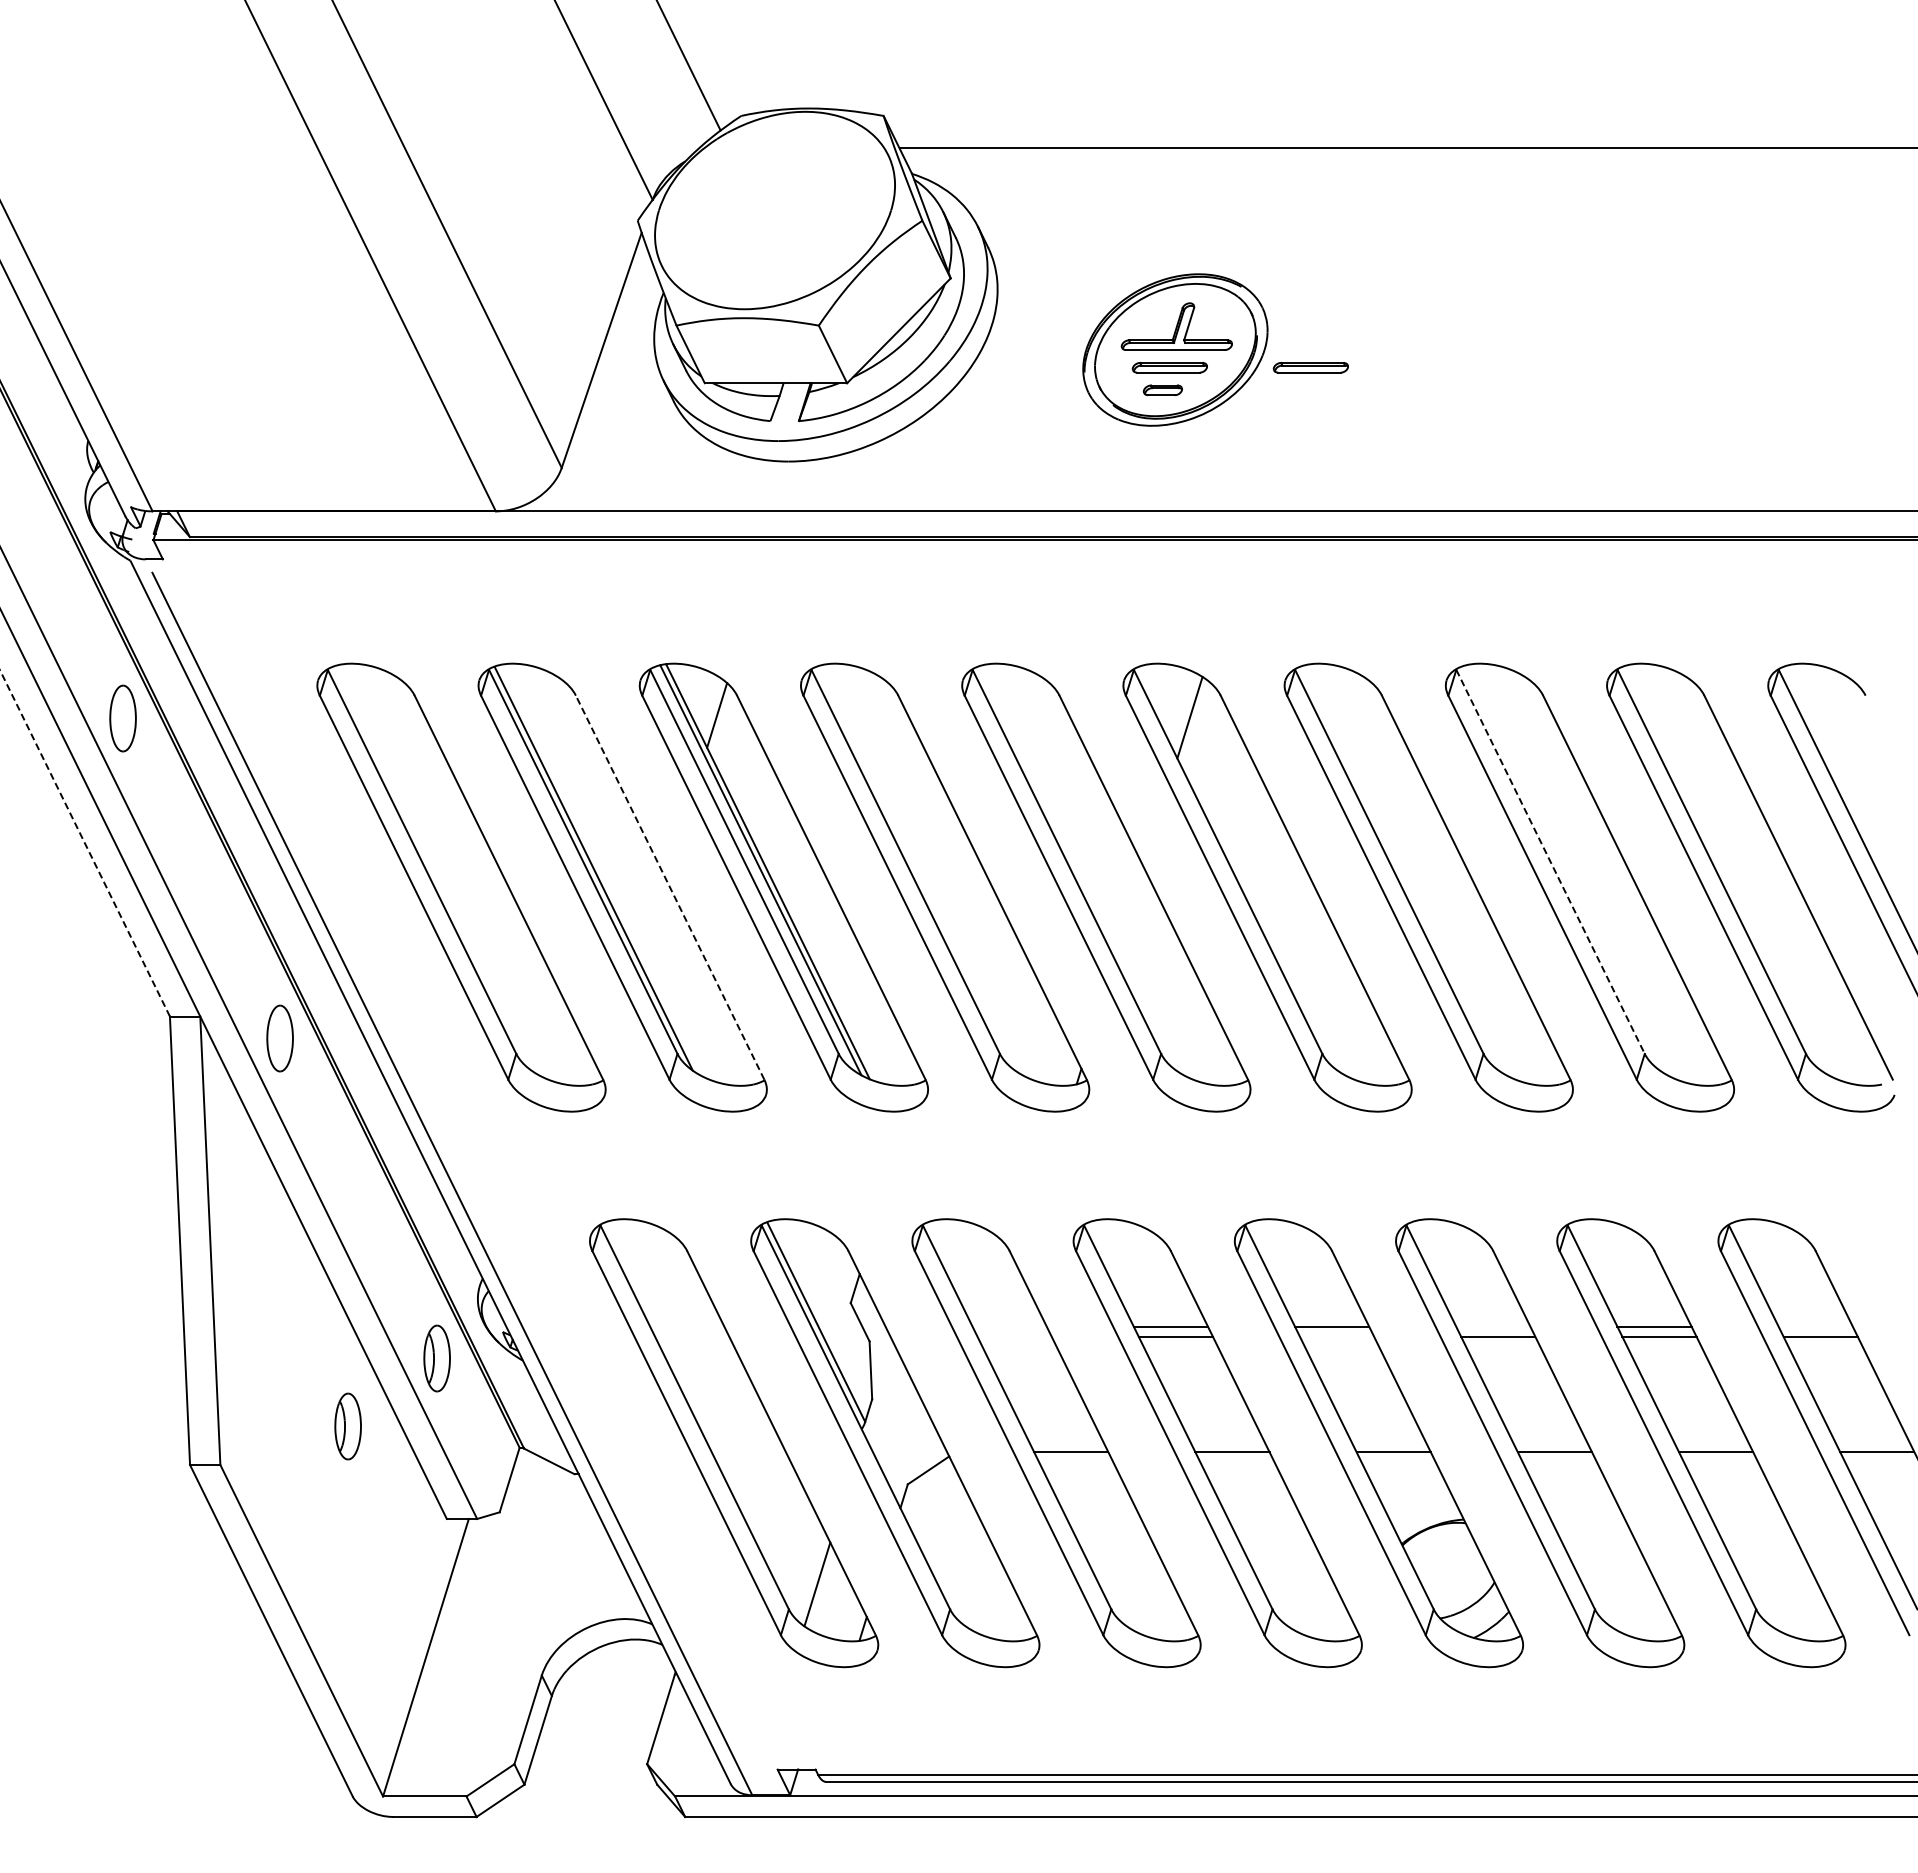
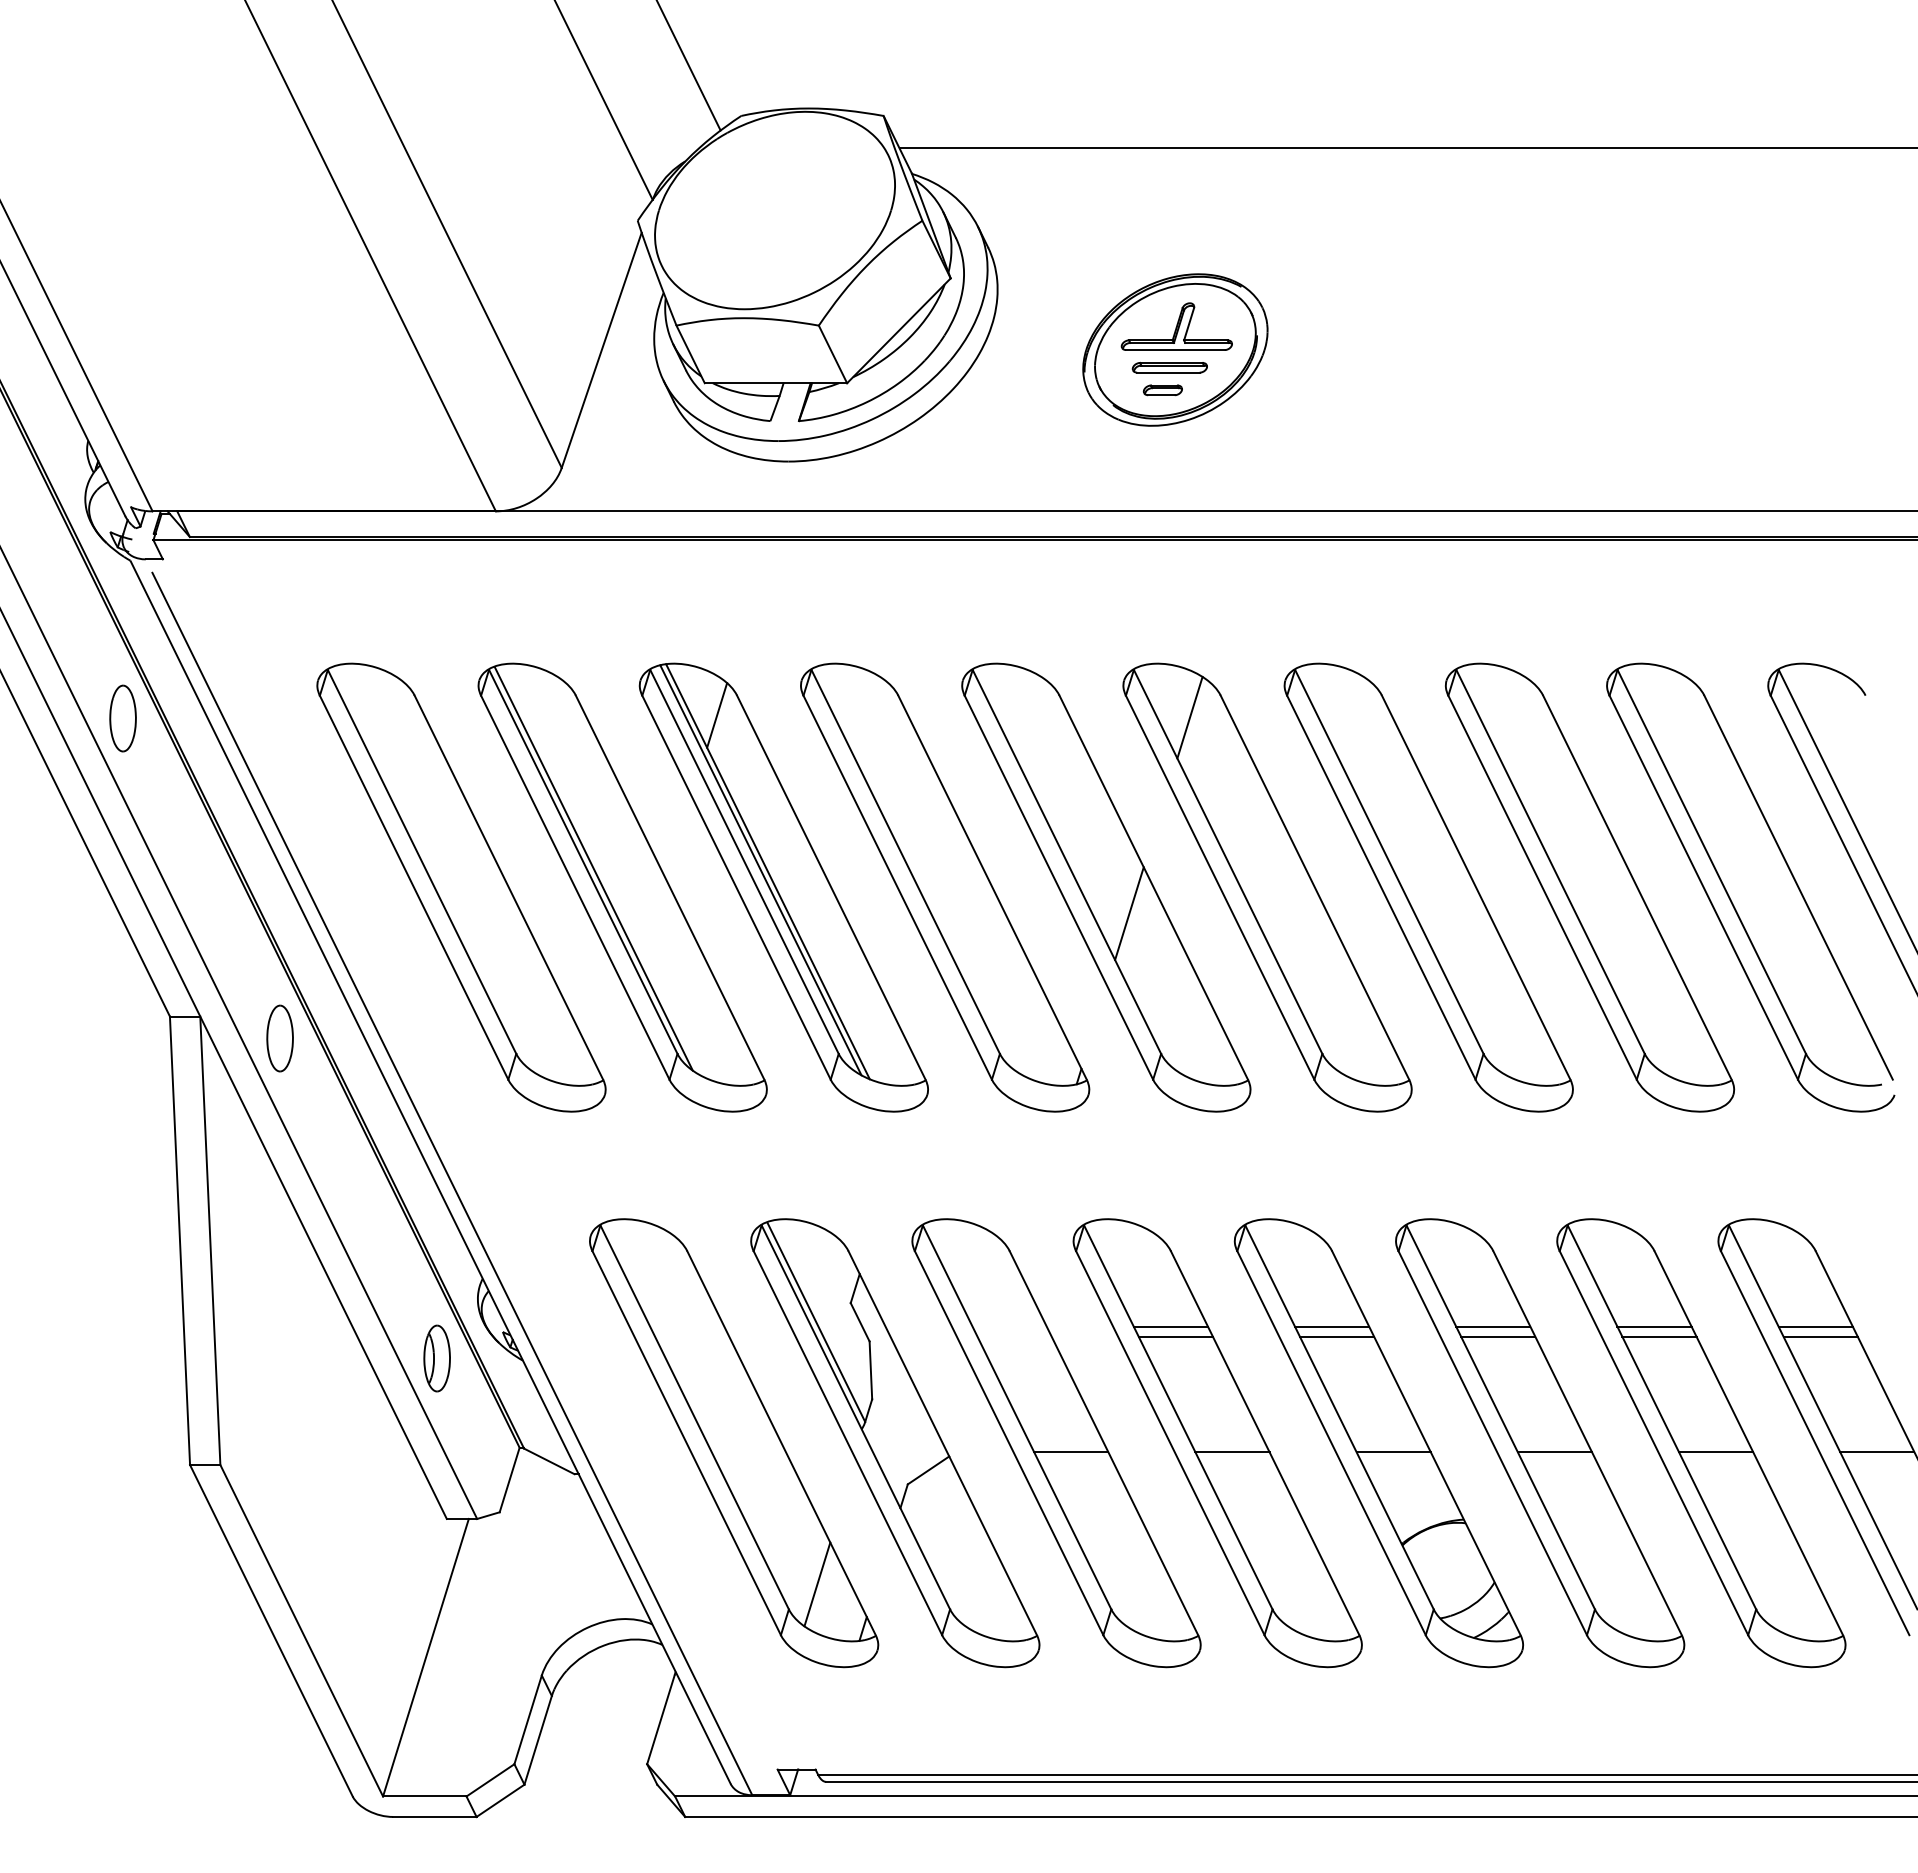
part at (1310, 367): present -> none
line at (84, 843): dashed -> solid
line at (1550, 861): dashed -> solid
line at (670, 887): dashed -> solid
line at (1129, 913): none -> present
line at (1493, 1326): none -> present
line at (1815, 1326): none -> present
line at (1336, 1336): none -> present
part at (347, 1426): present -> none
